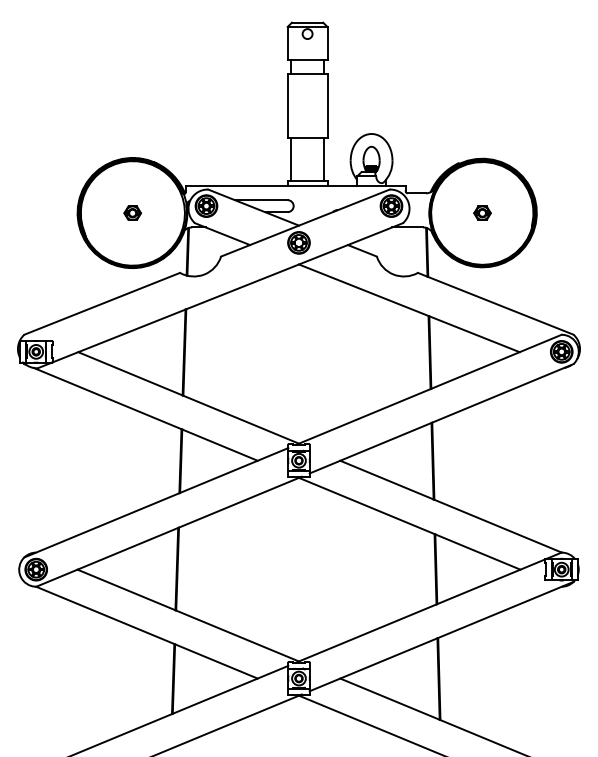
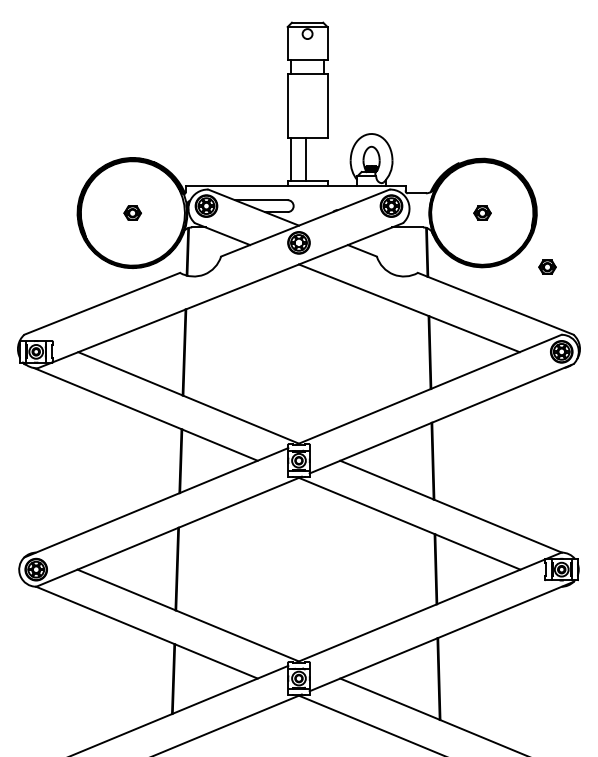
line at (323, 158) position: (323, 158) -> (305, 158)
part at (547, 266): none -> present
